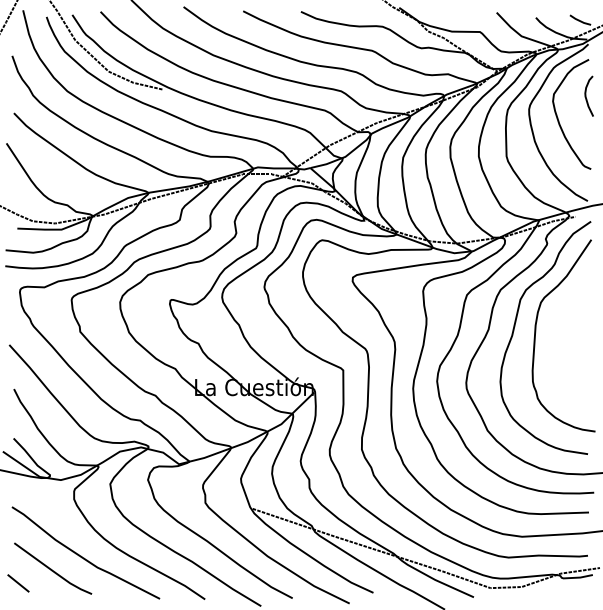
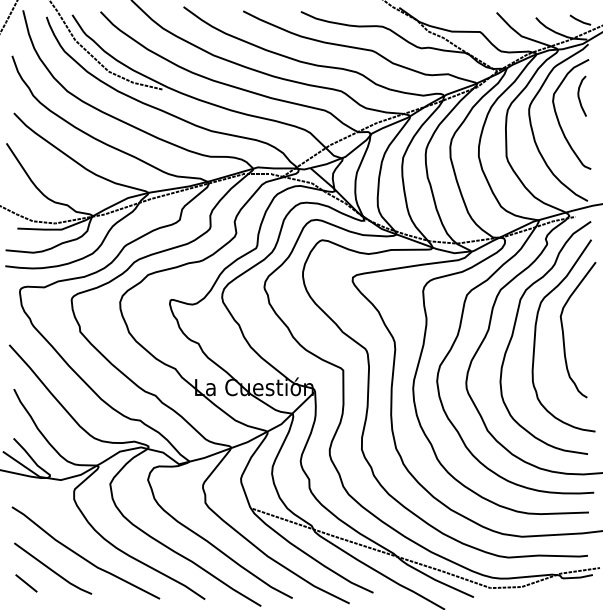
curve at (586, 95) position: (586, 95) -> (579, 95)
curve at (563, 329): none -> present
line at (18, 583) position: (18, 583) -> (26, 583)
